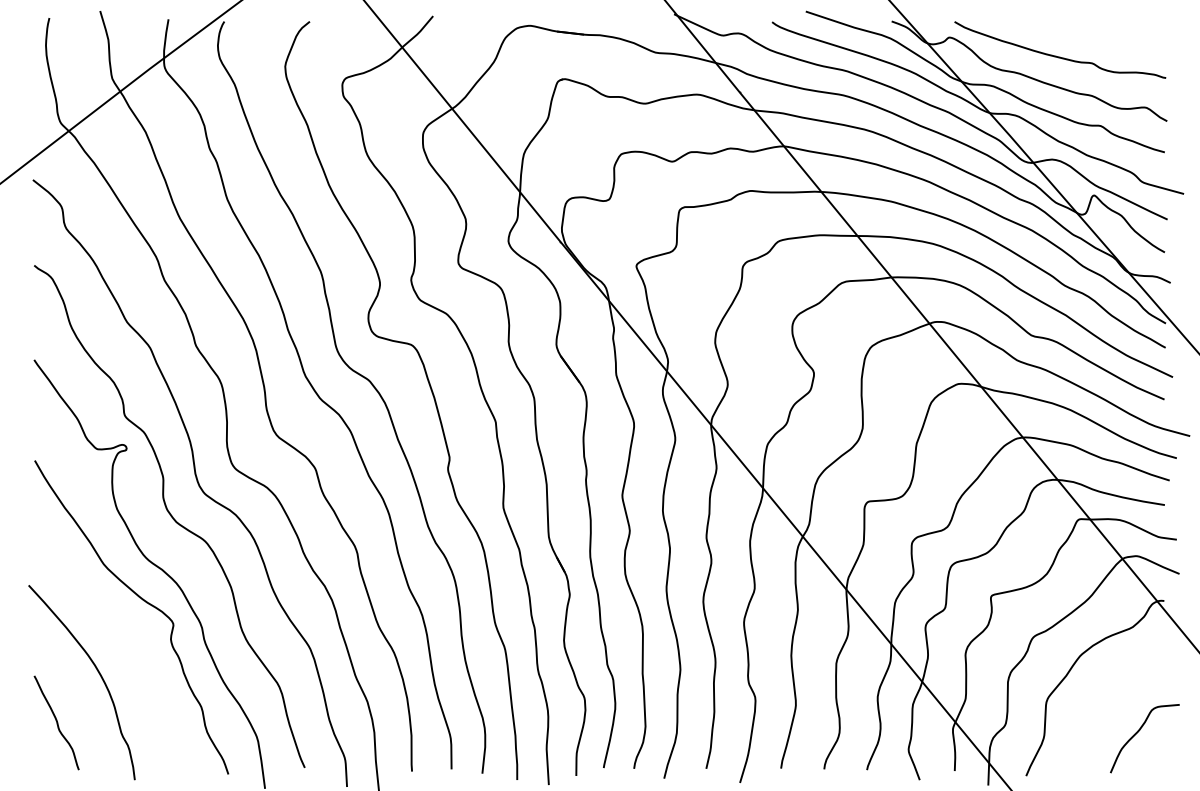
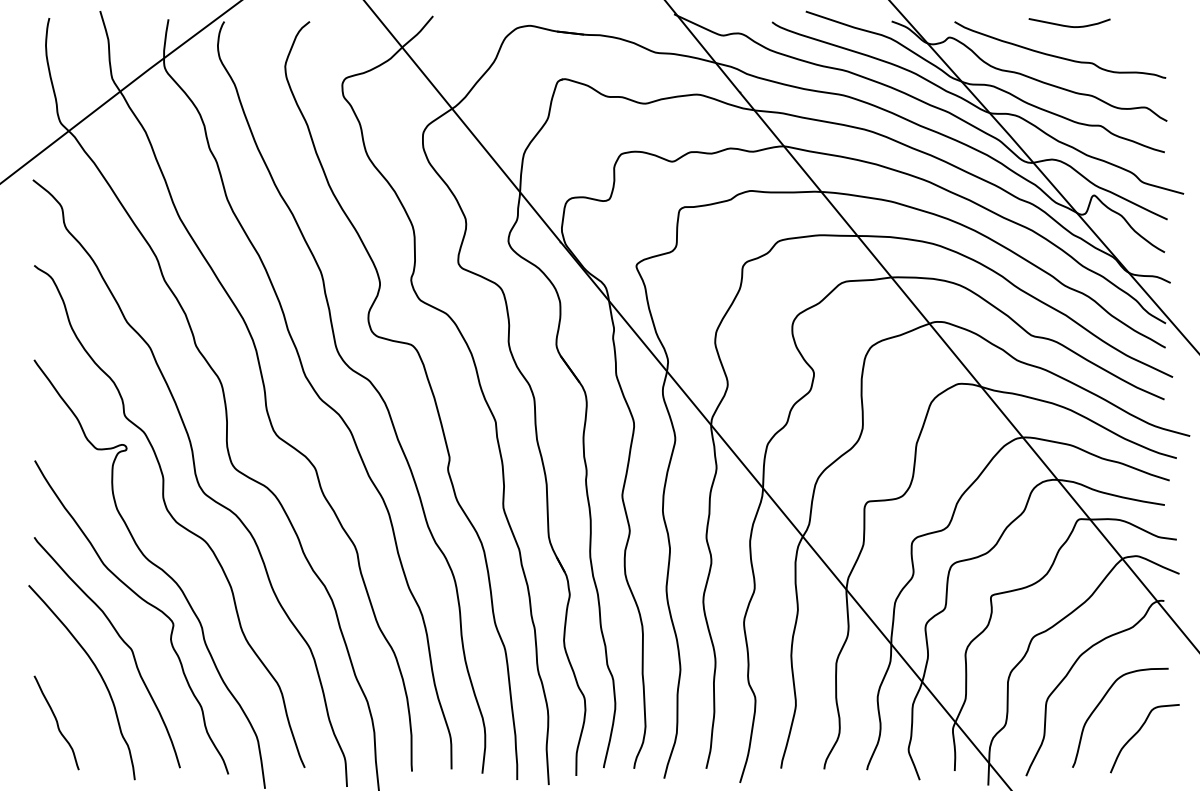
curve at (1069, 25): none -> present
curve at (121, 640): none -> present
curve at (1101, 702): none -> present
